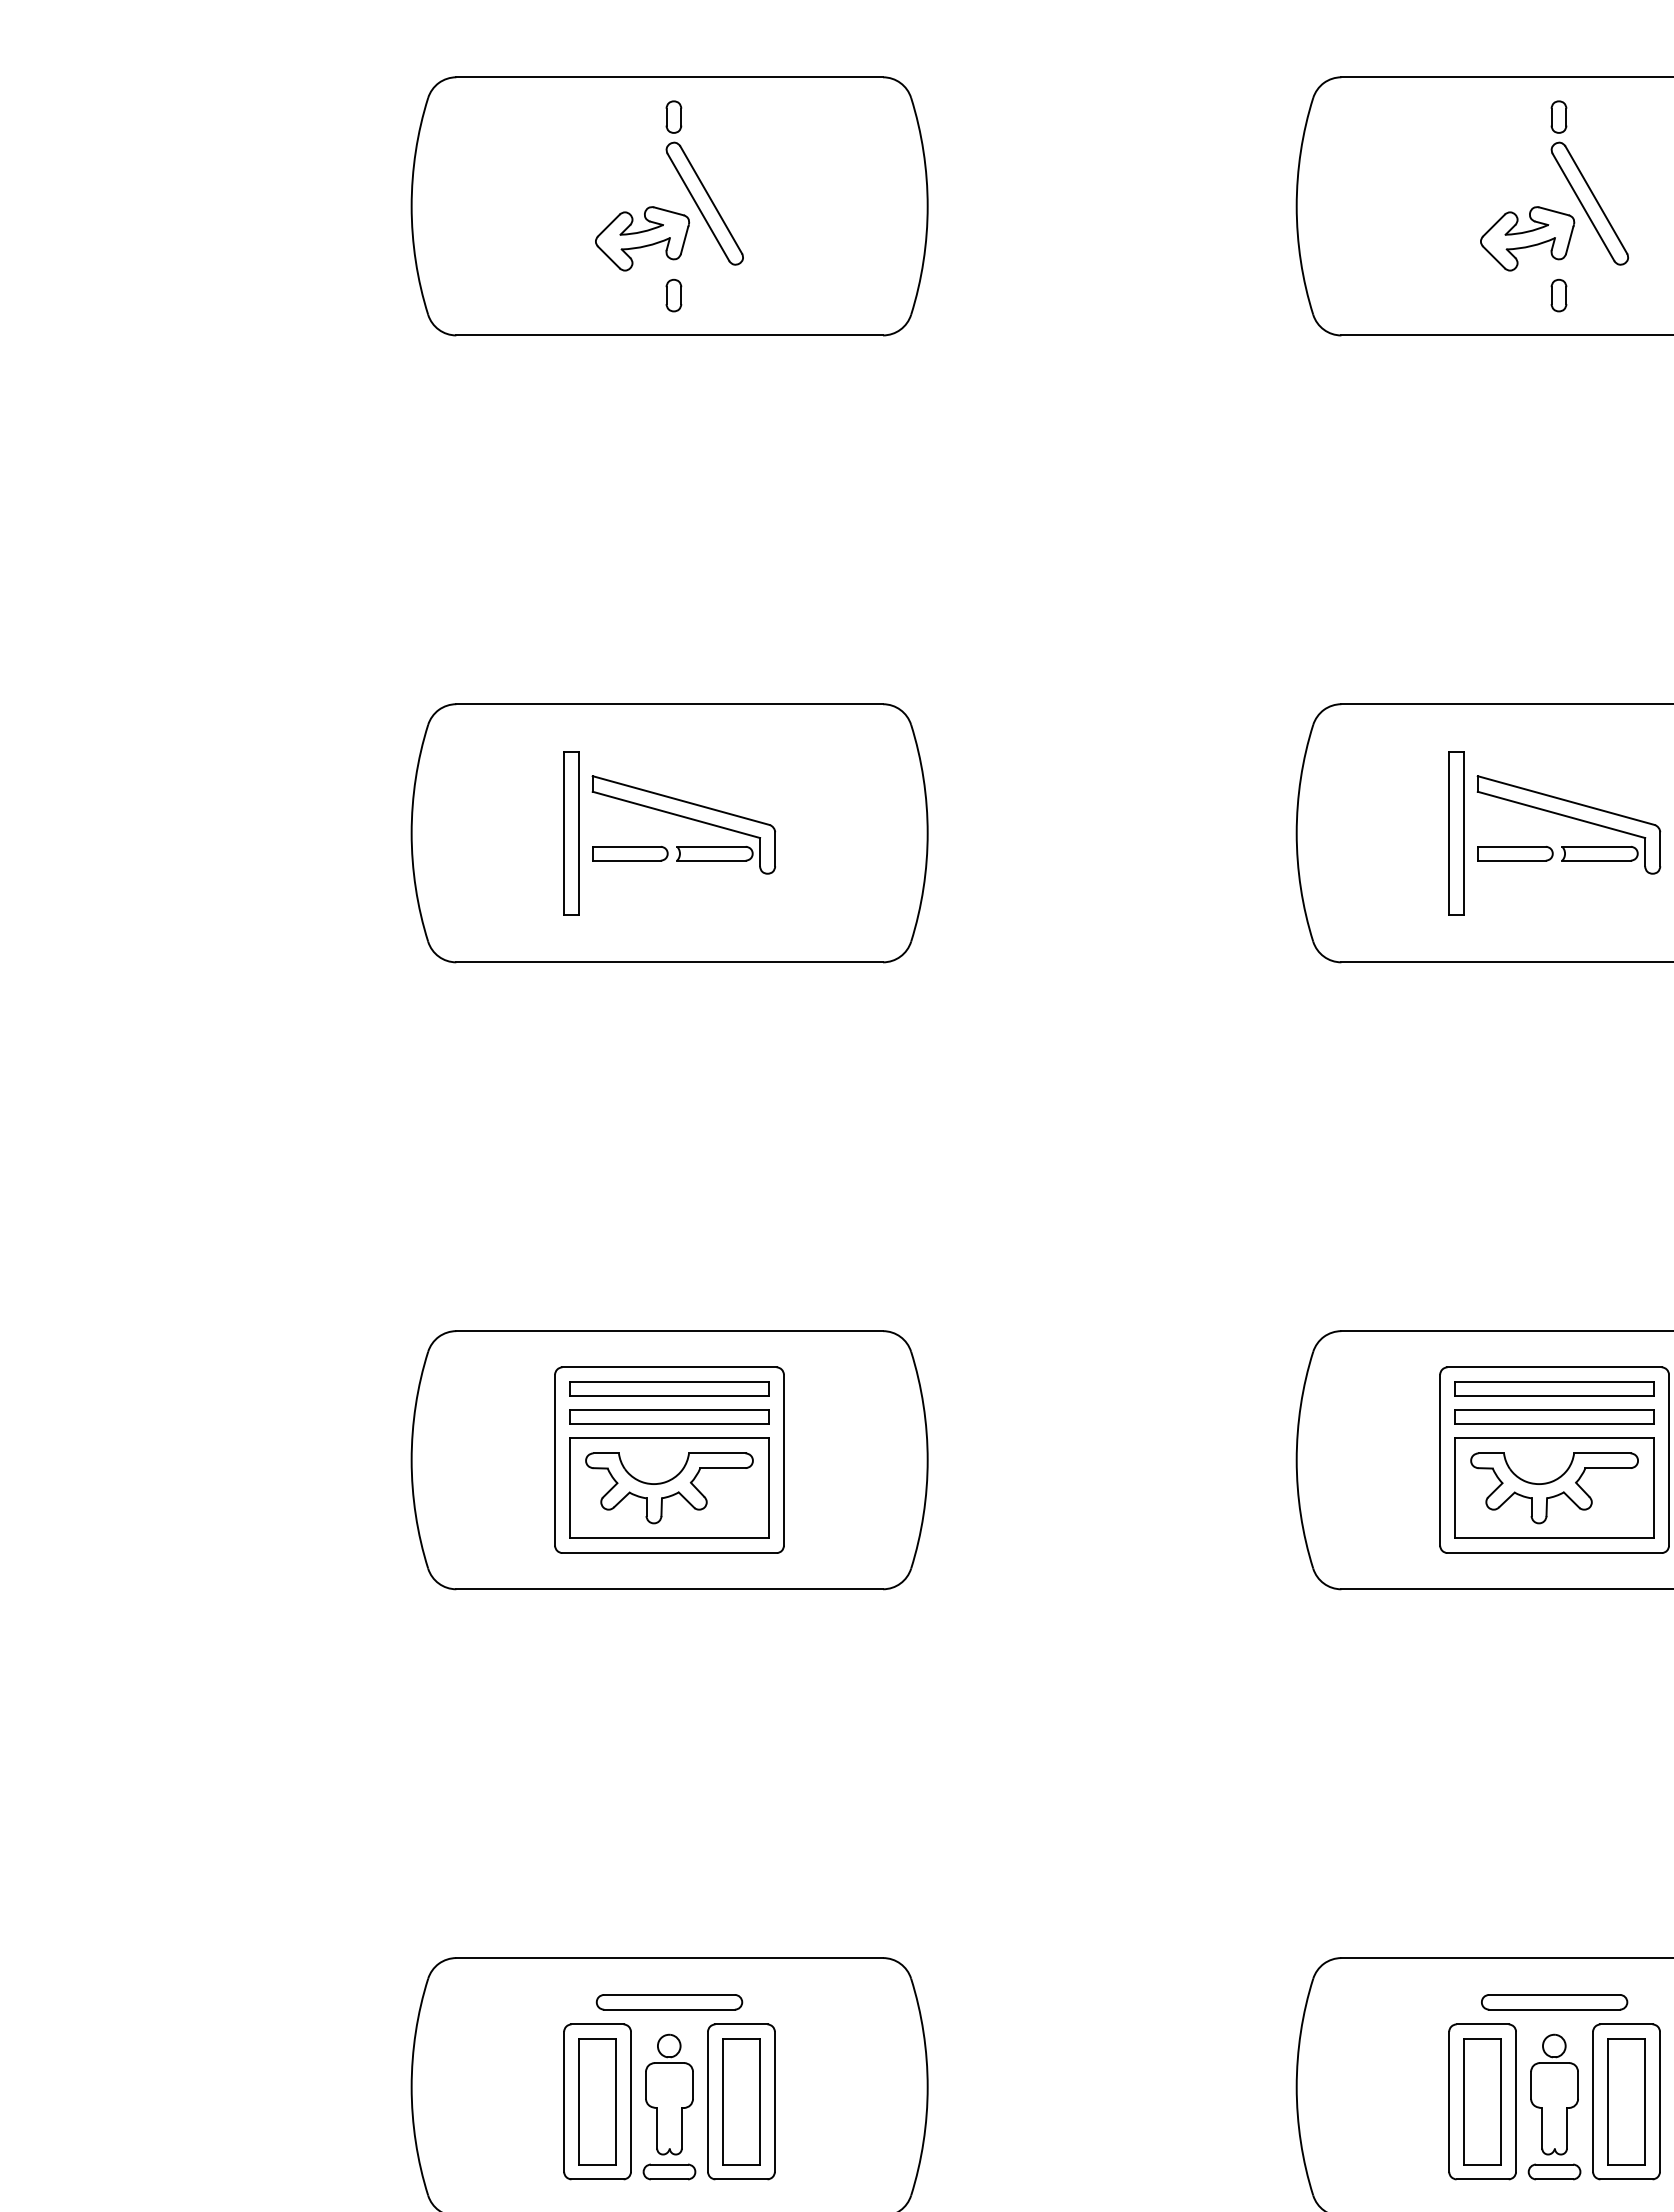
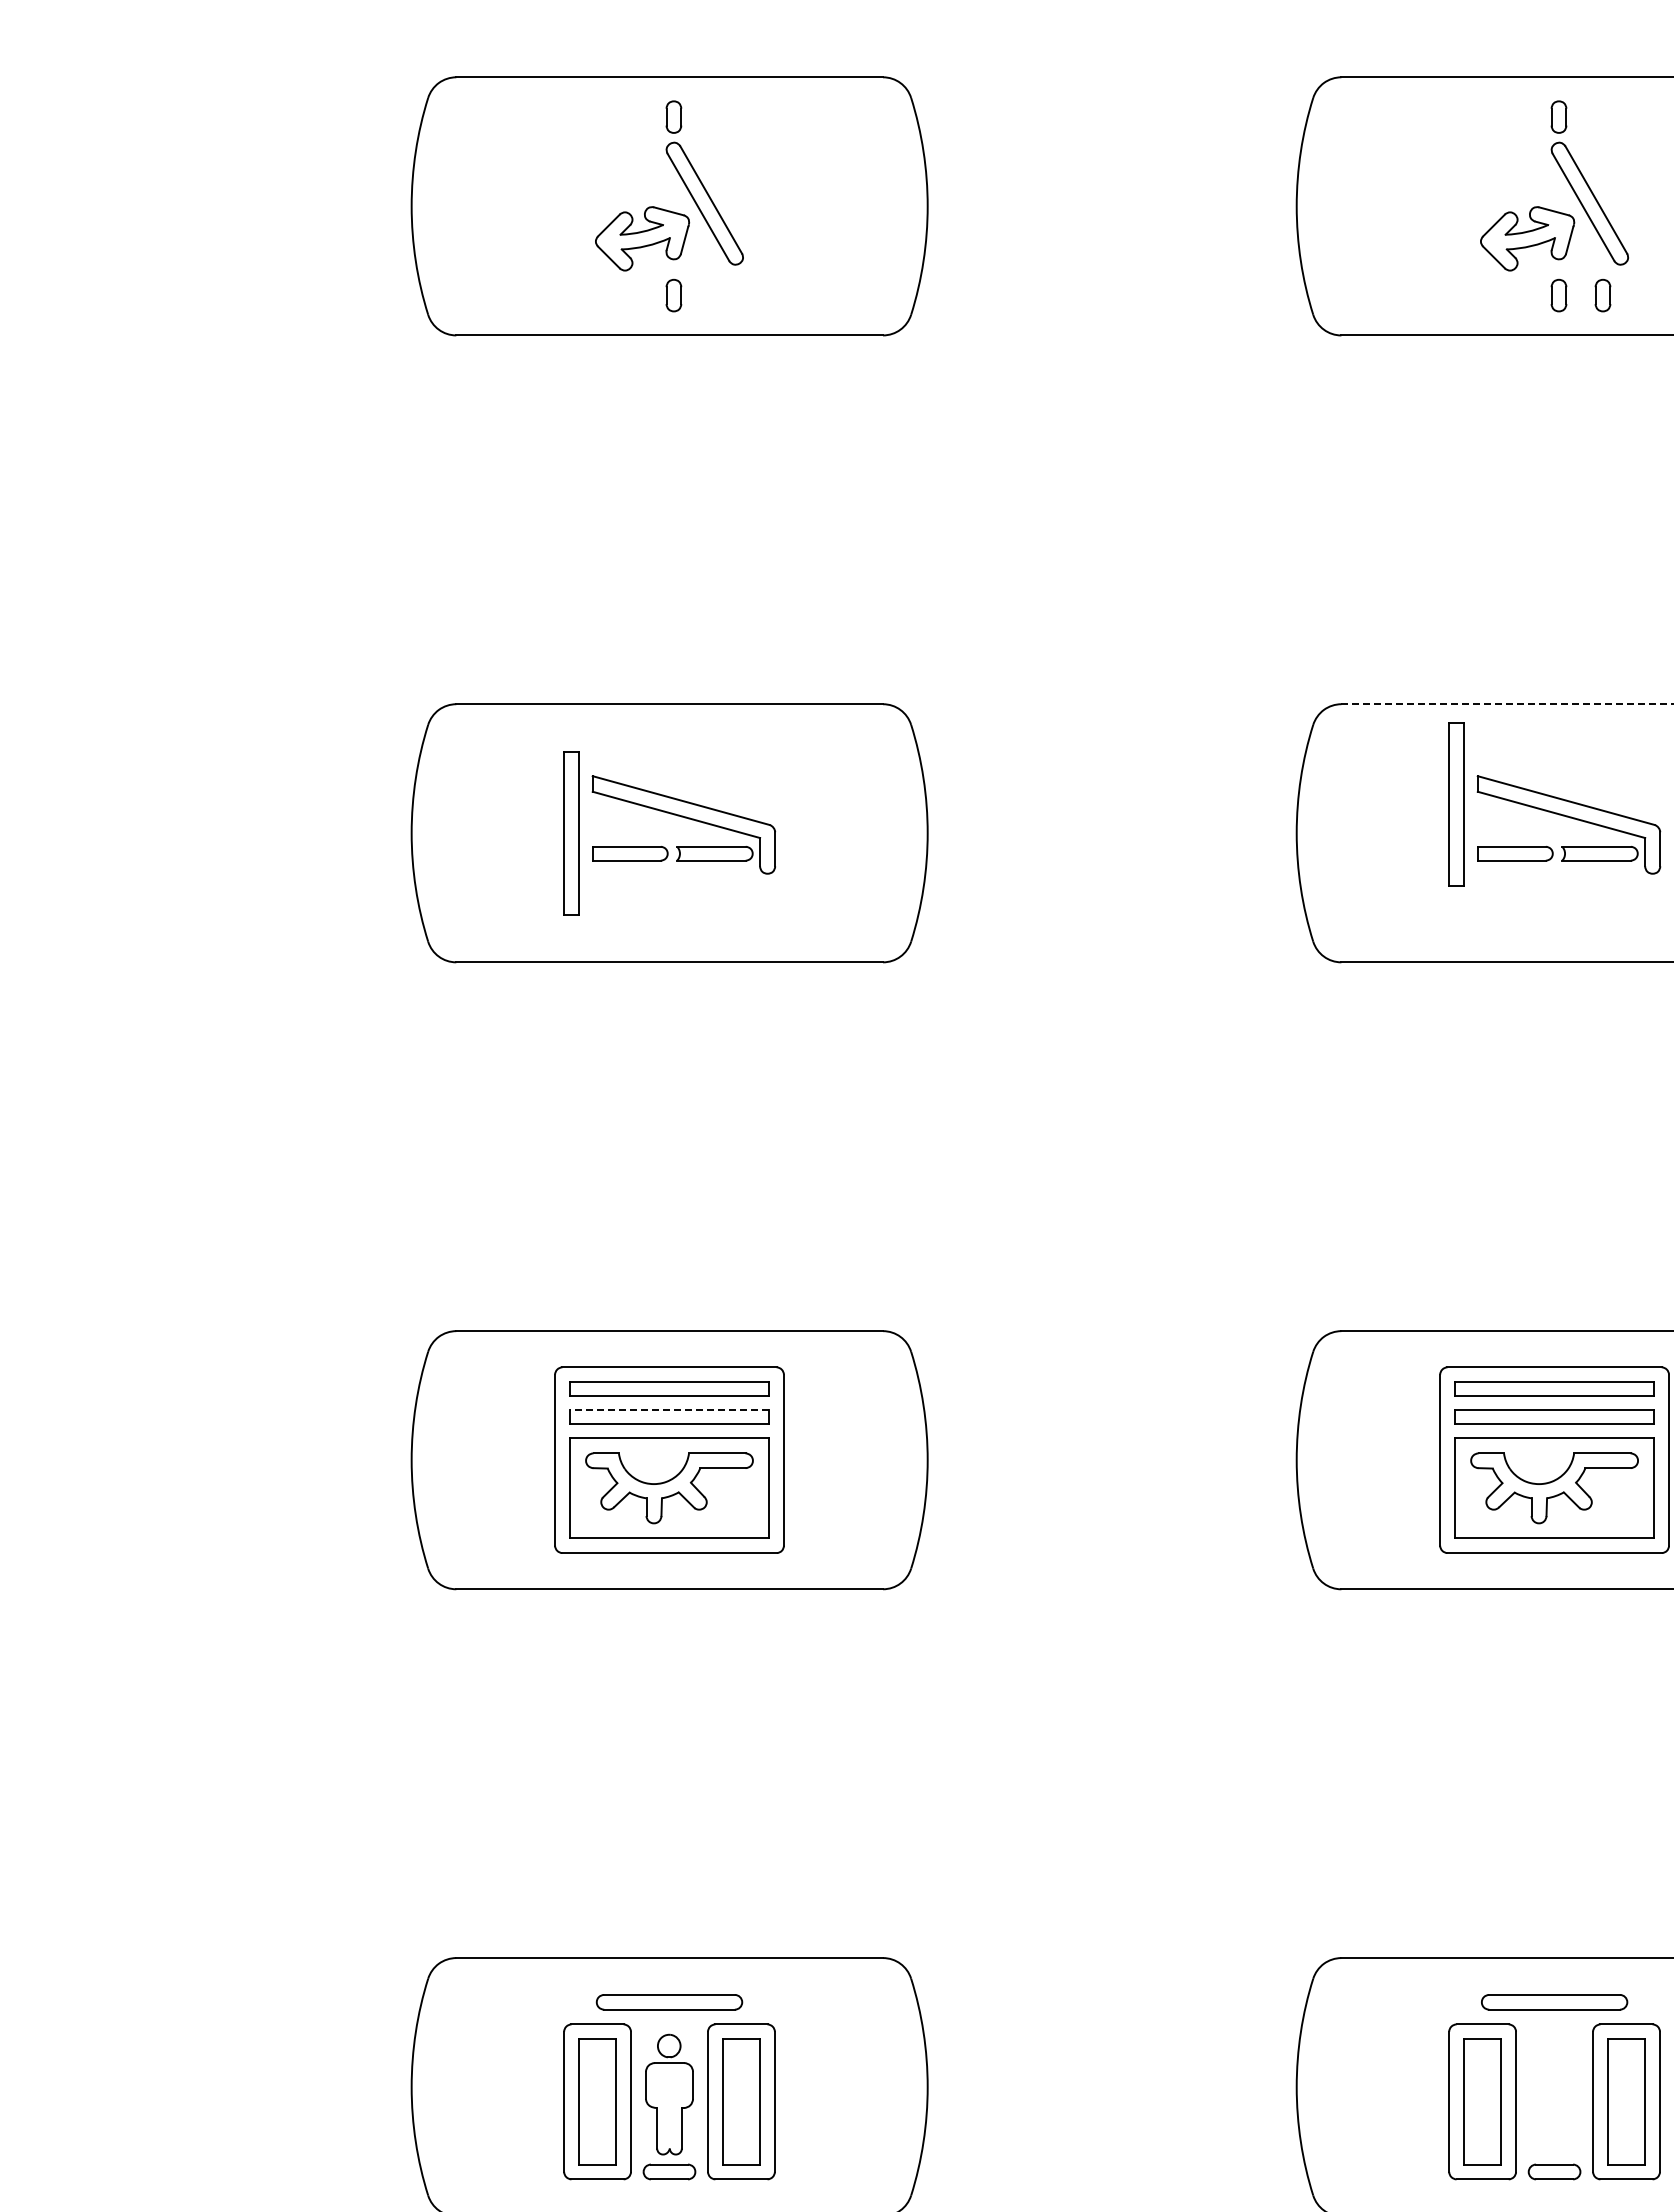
part at (1602, 295): none -> present
line at (1507, 704): solid -> dashed
part at (1456, 833) position: (1456, 833) -> (1456, 804)
line at (669, 1410): solid -> dashed
part at (1554, 2094): present -> none
